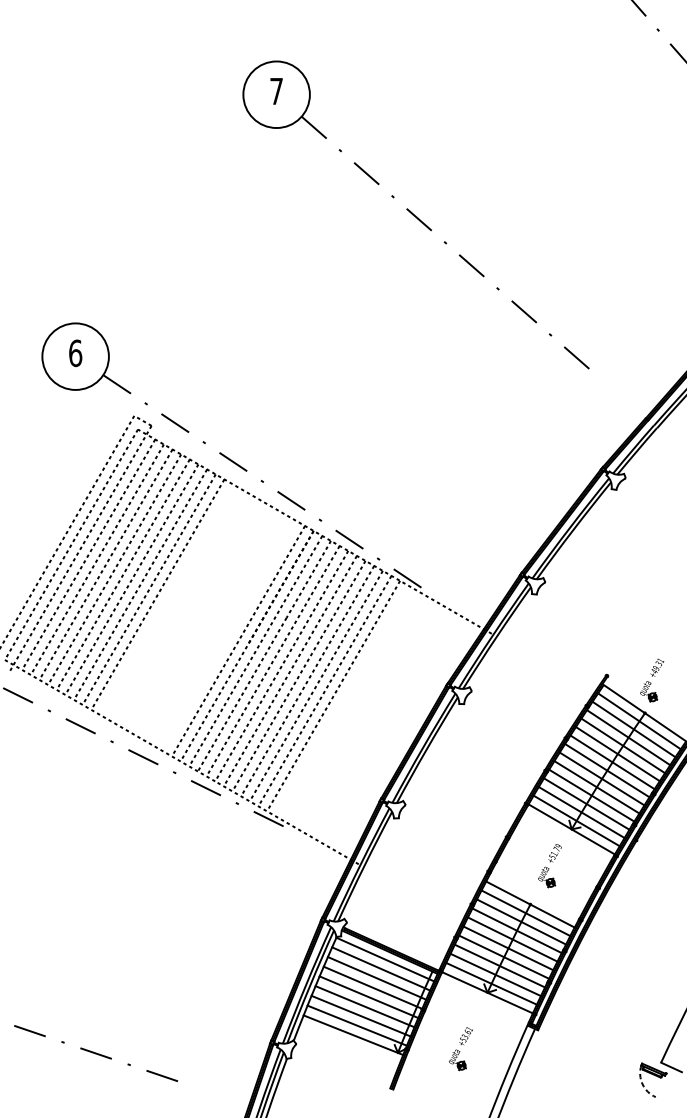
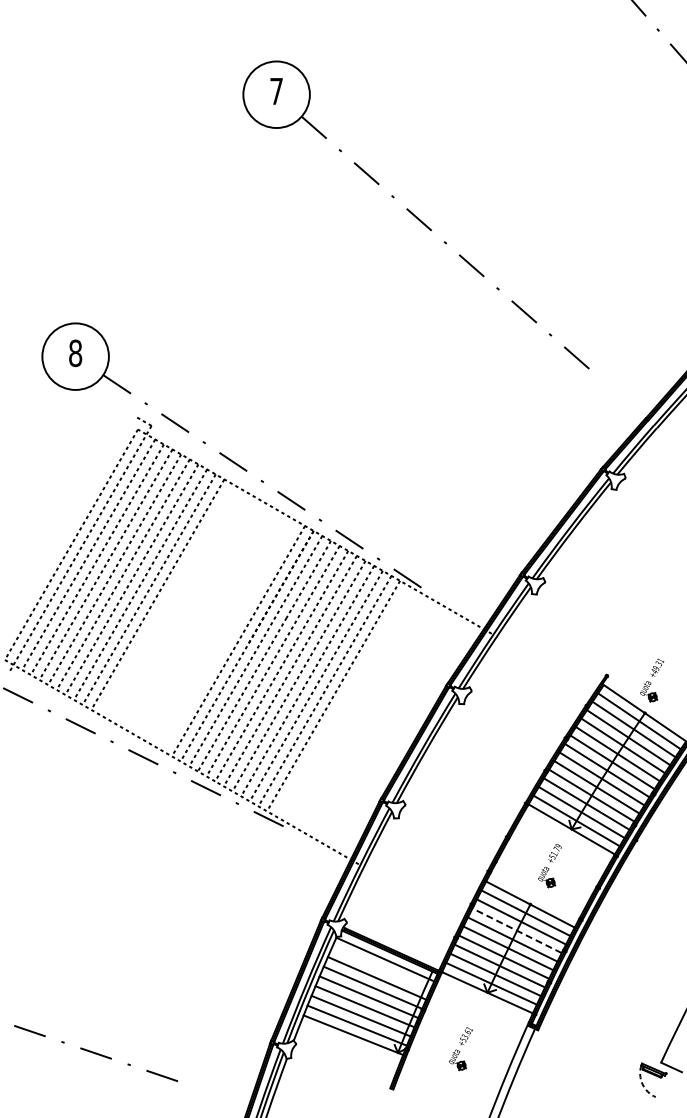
text at (75, 352): 6 -> 8
line at (68, 529): present -> none
line at (517, 930): solid -> dashed
line at (381, 968): present -> none
